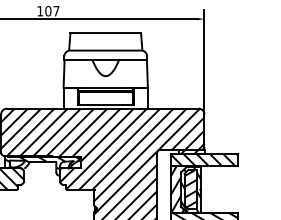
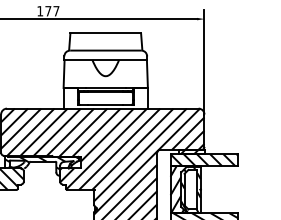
text at (48, 11): 107 -> 177
hatch at (190, 188): present -> none
